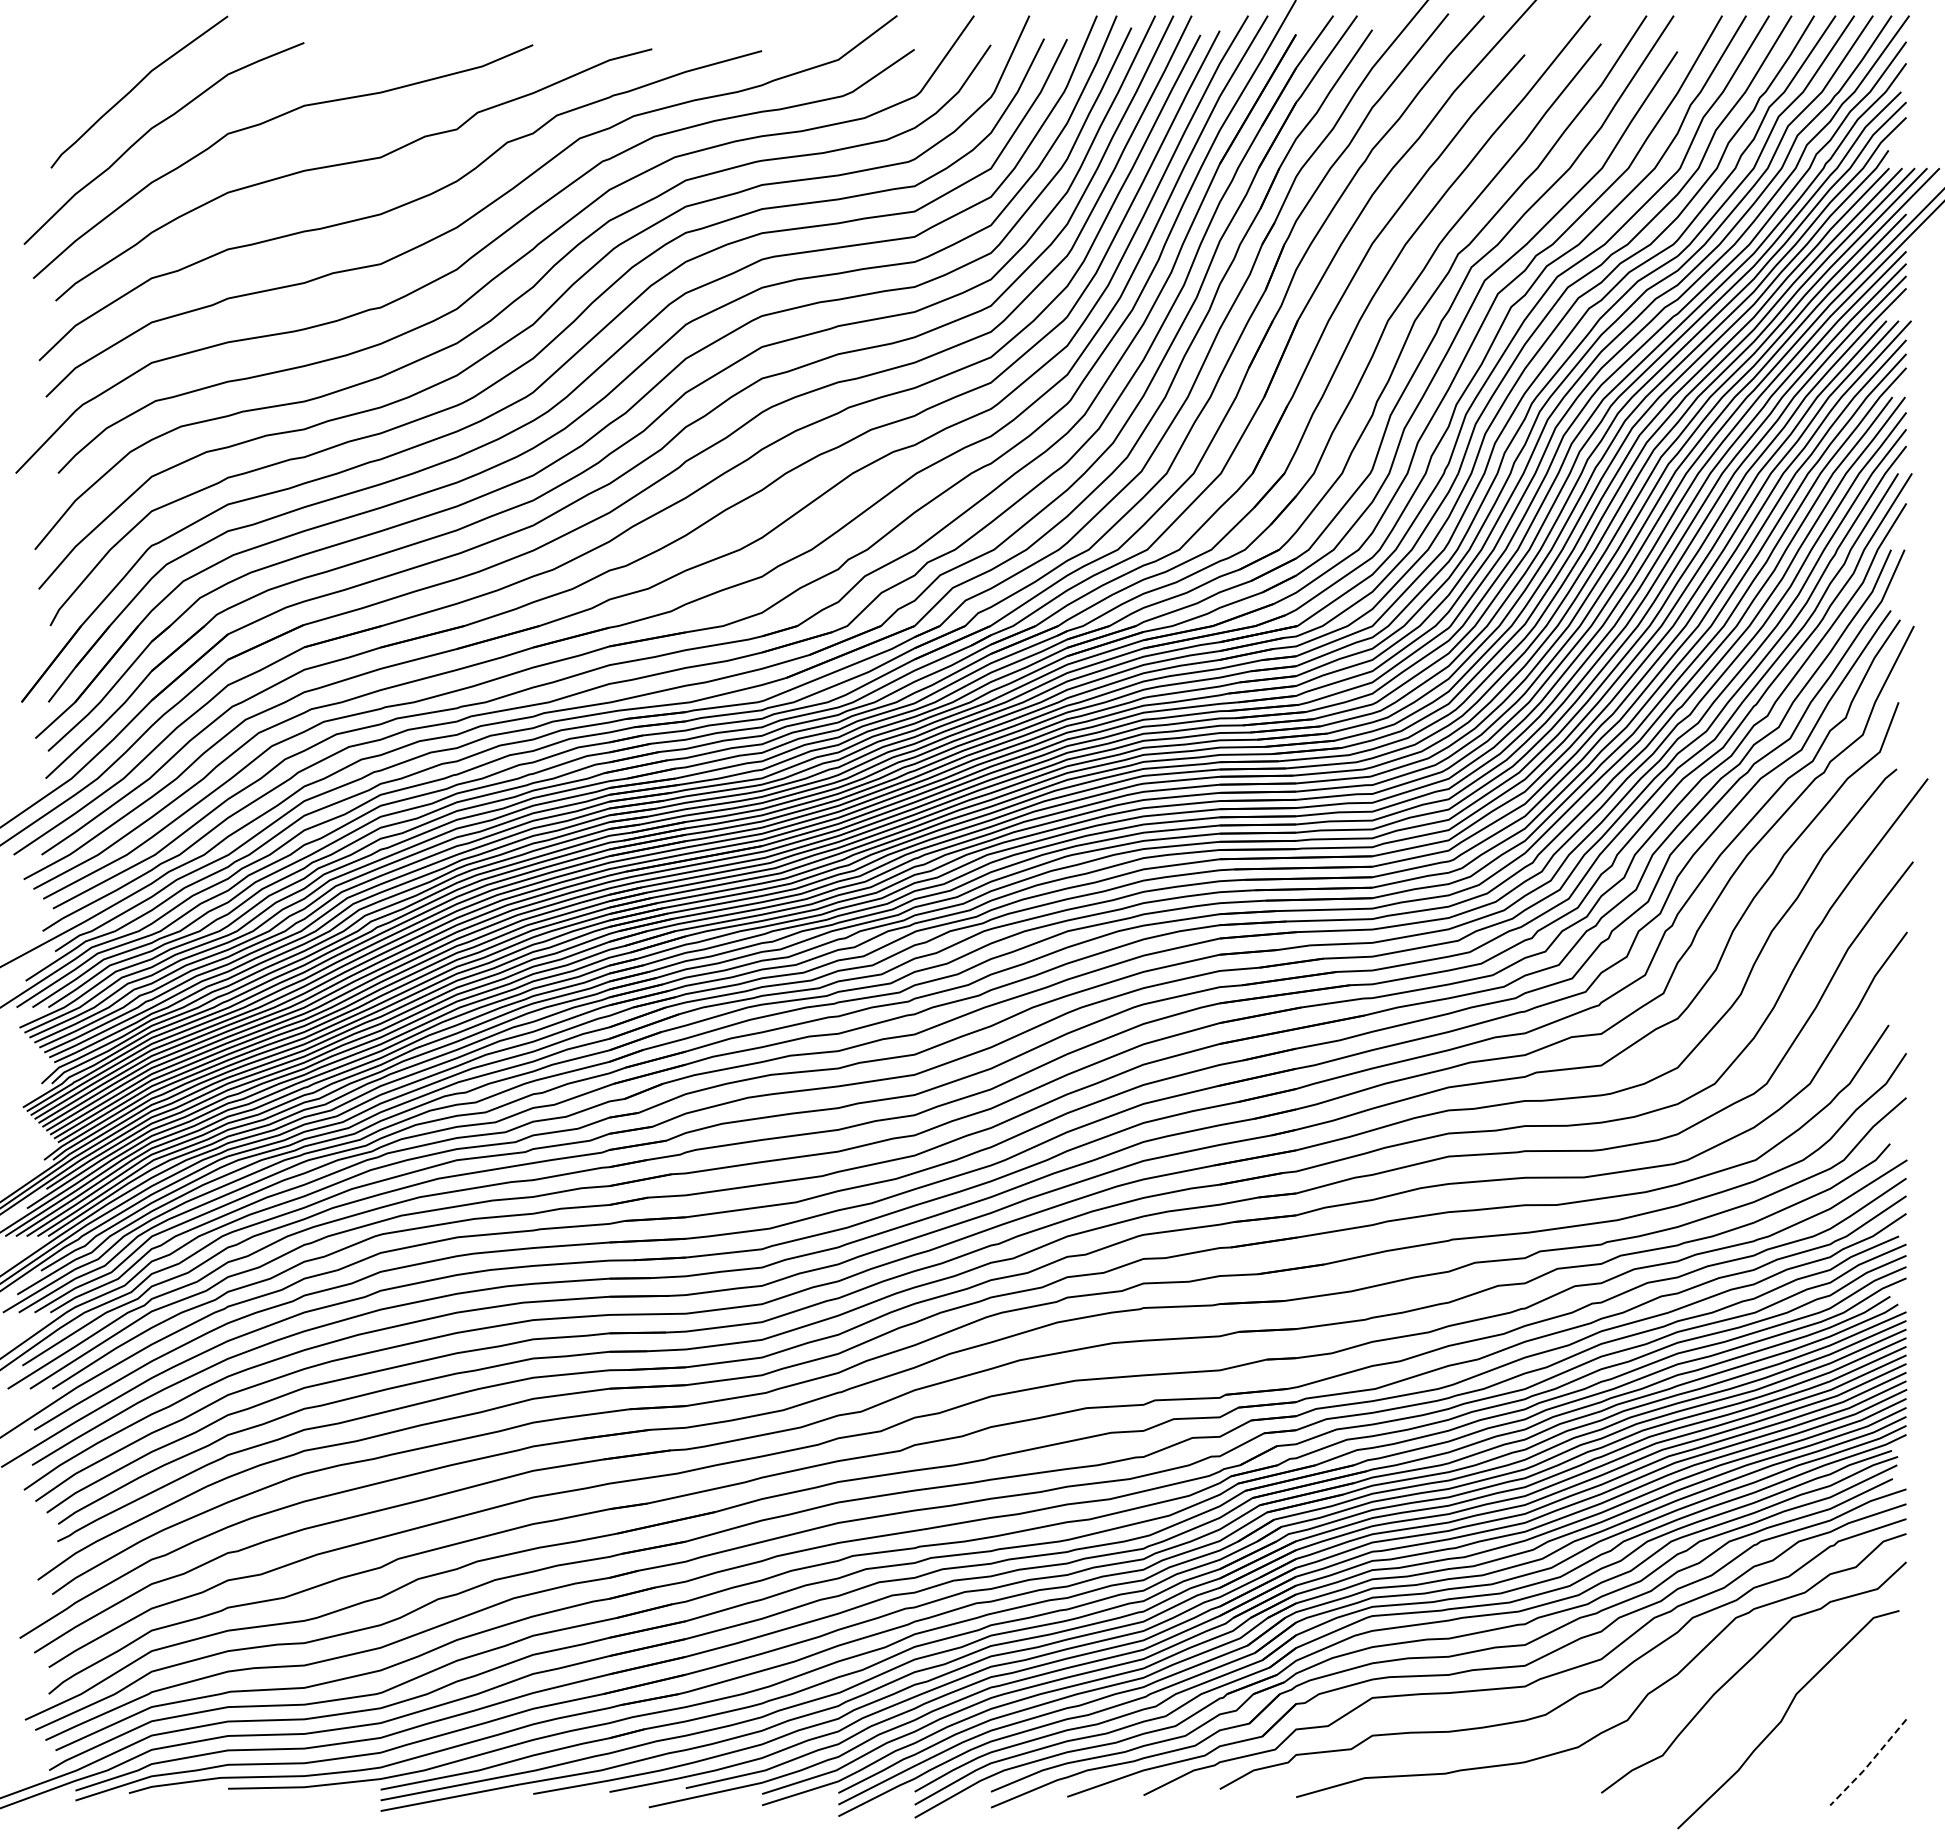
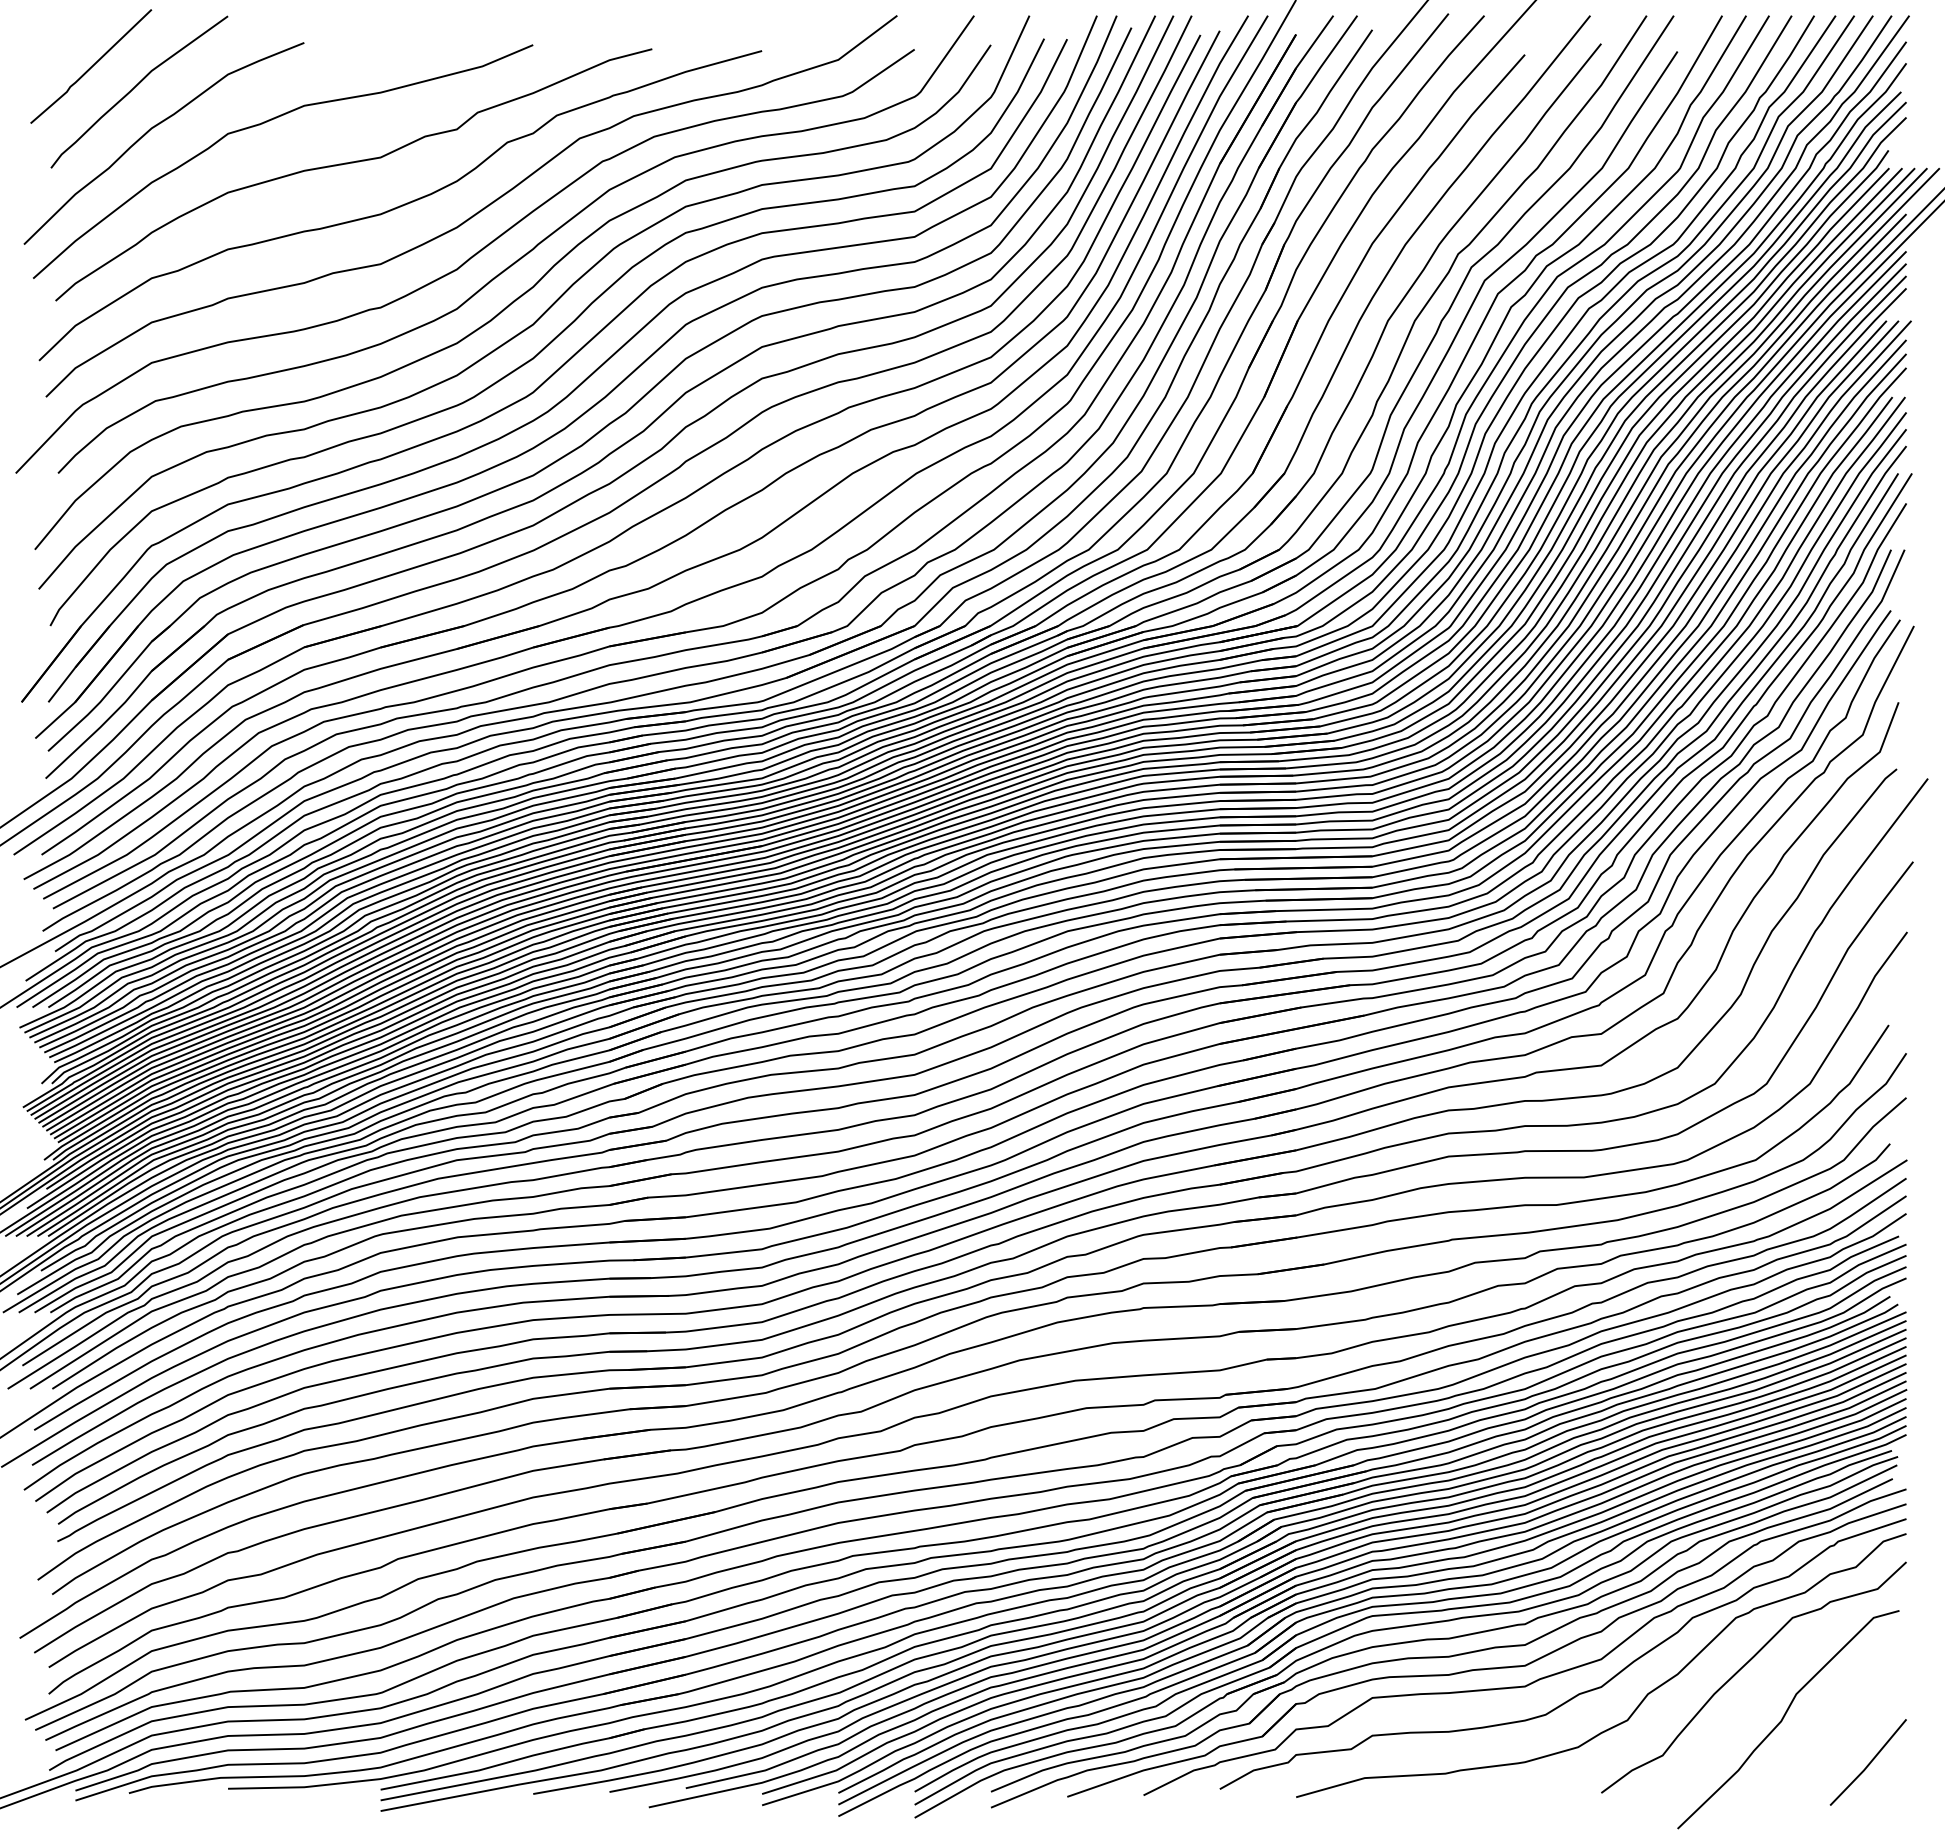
line at (91, 66): none -> present
line at (1869, 1764): dashed -> solid
